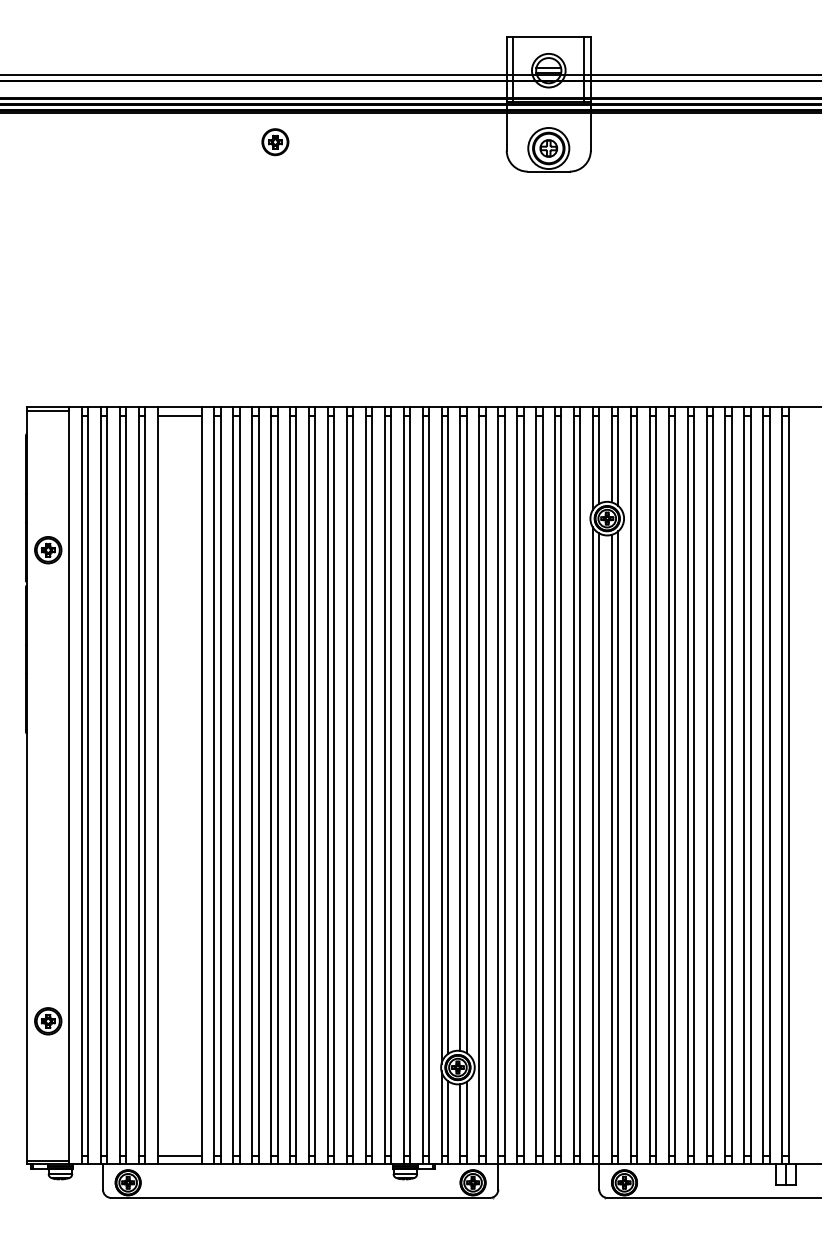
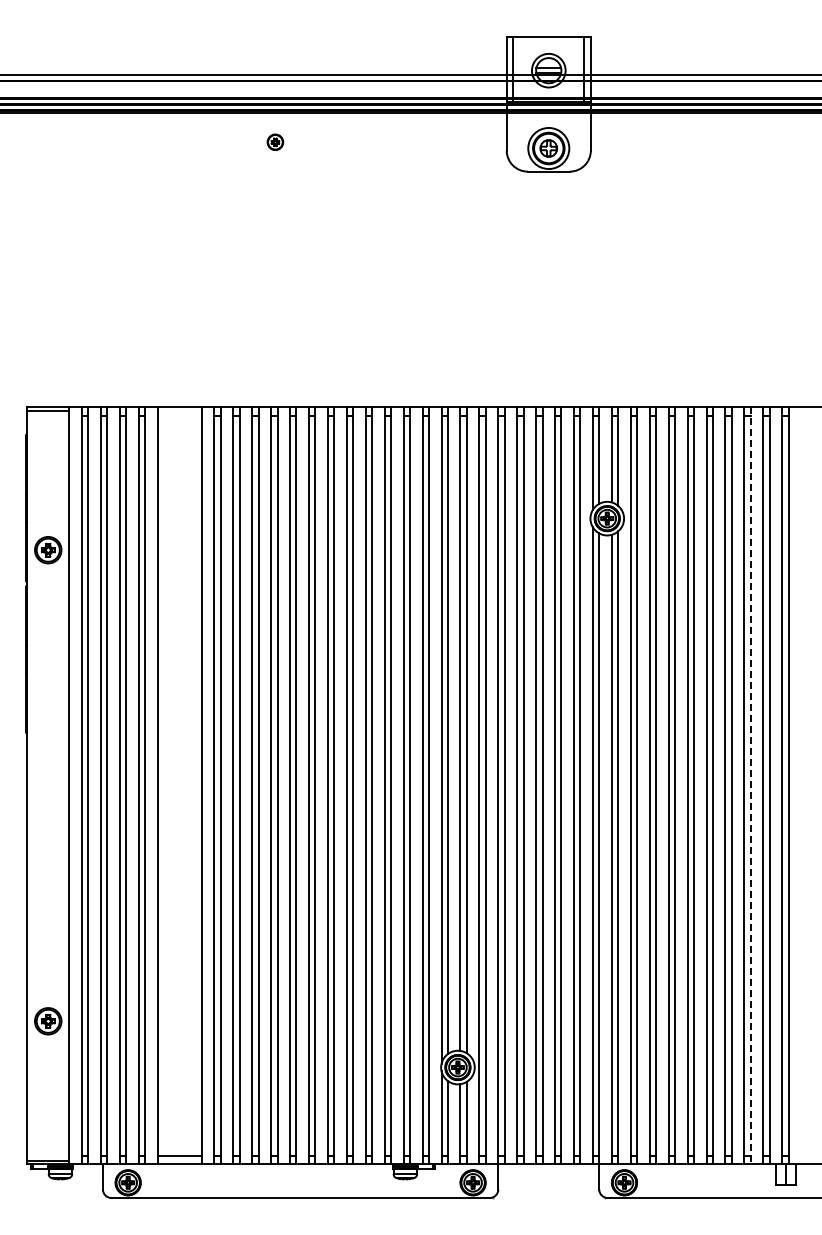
part at (275, 142) size: 29x29 px -> 19x18 px
line at (179, 415): present -> none
line at (750, 785): solid -> dashed
